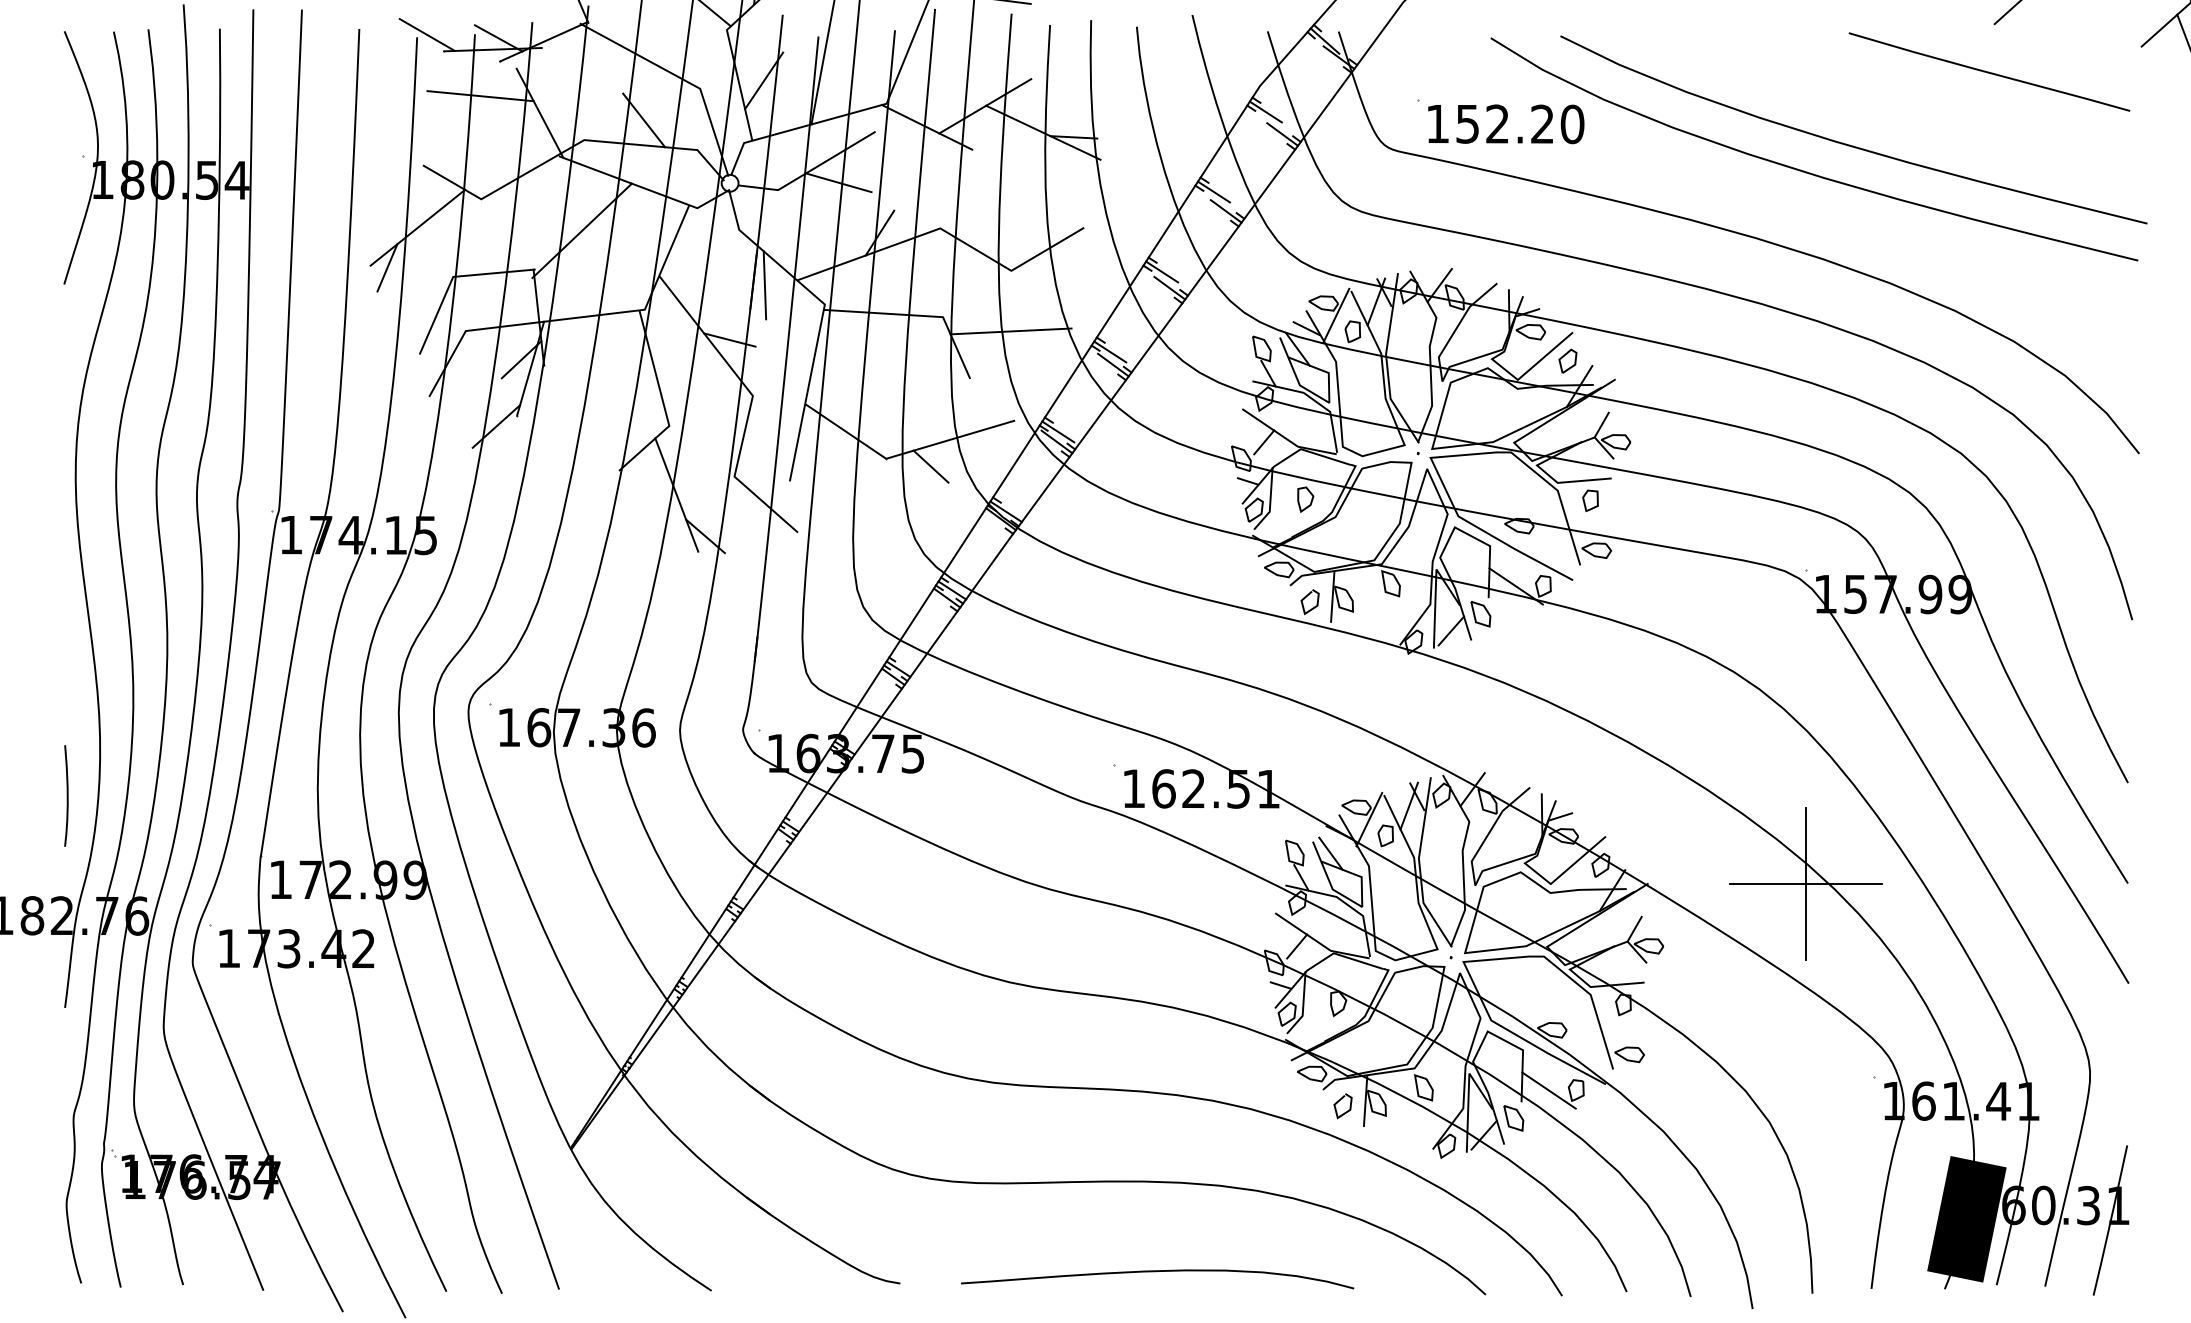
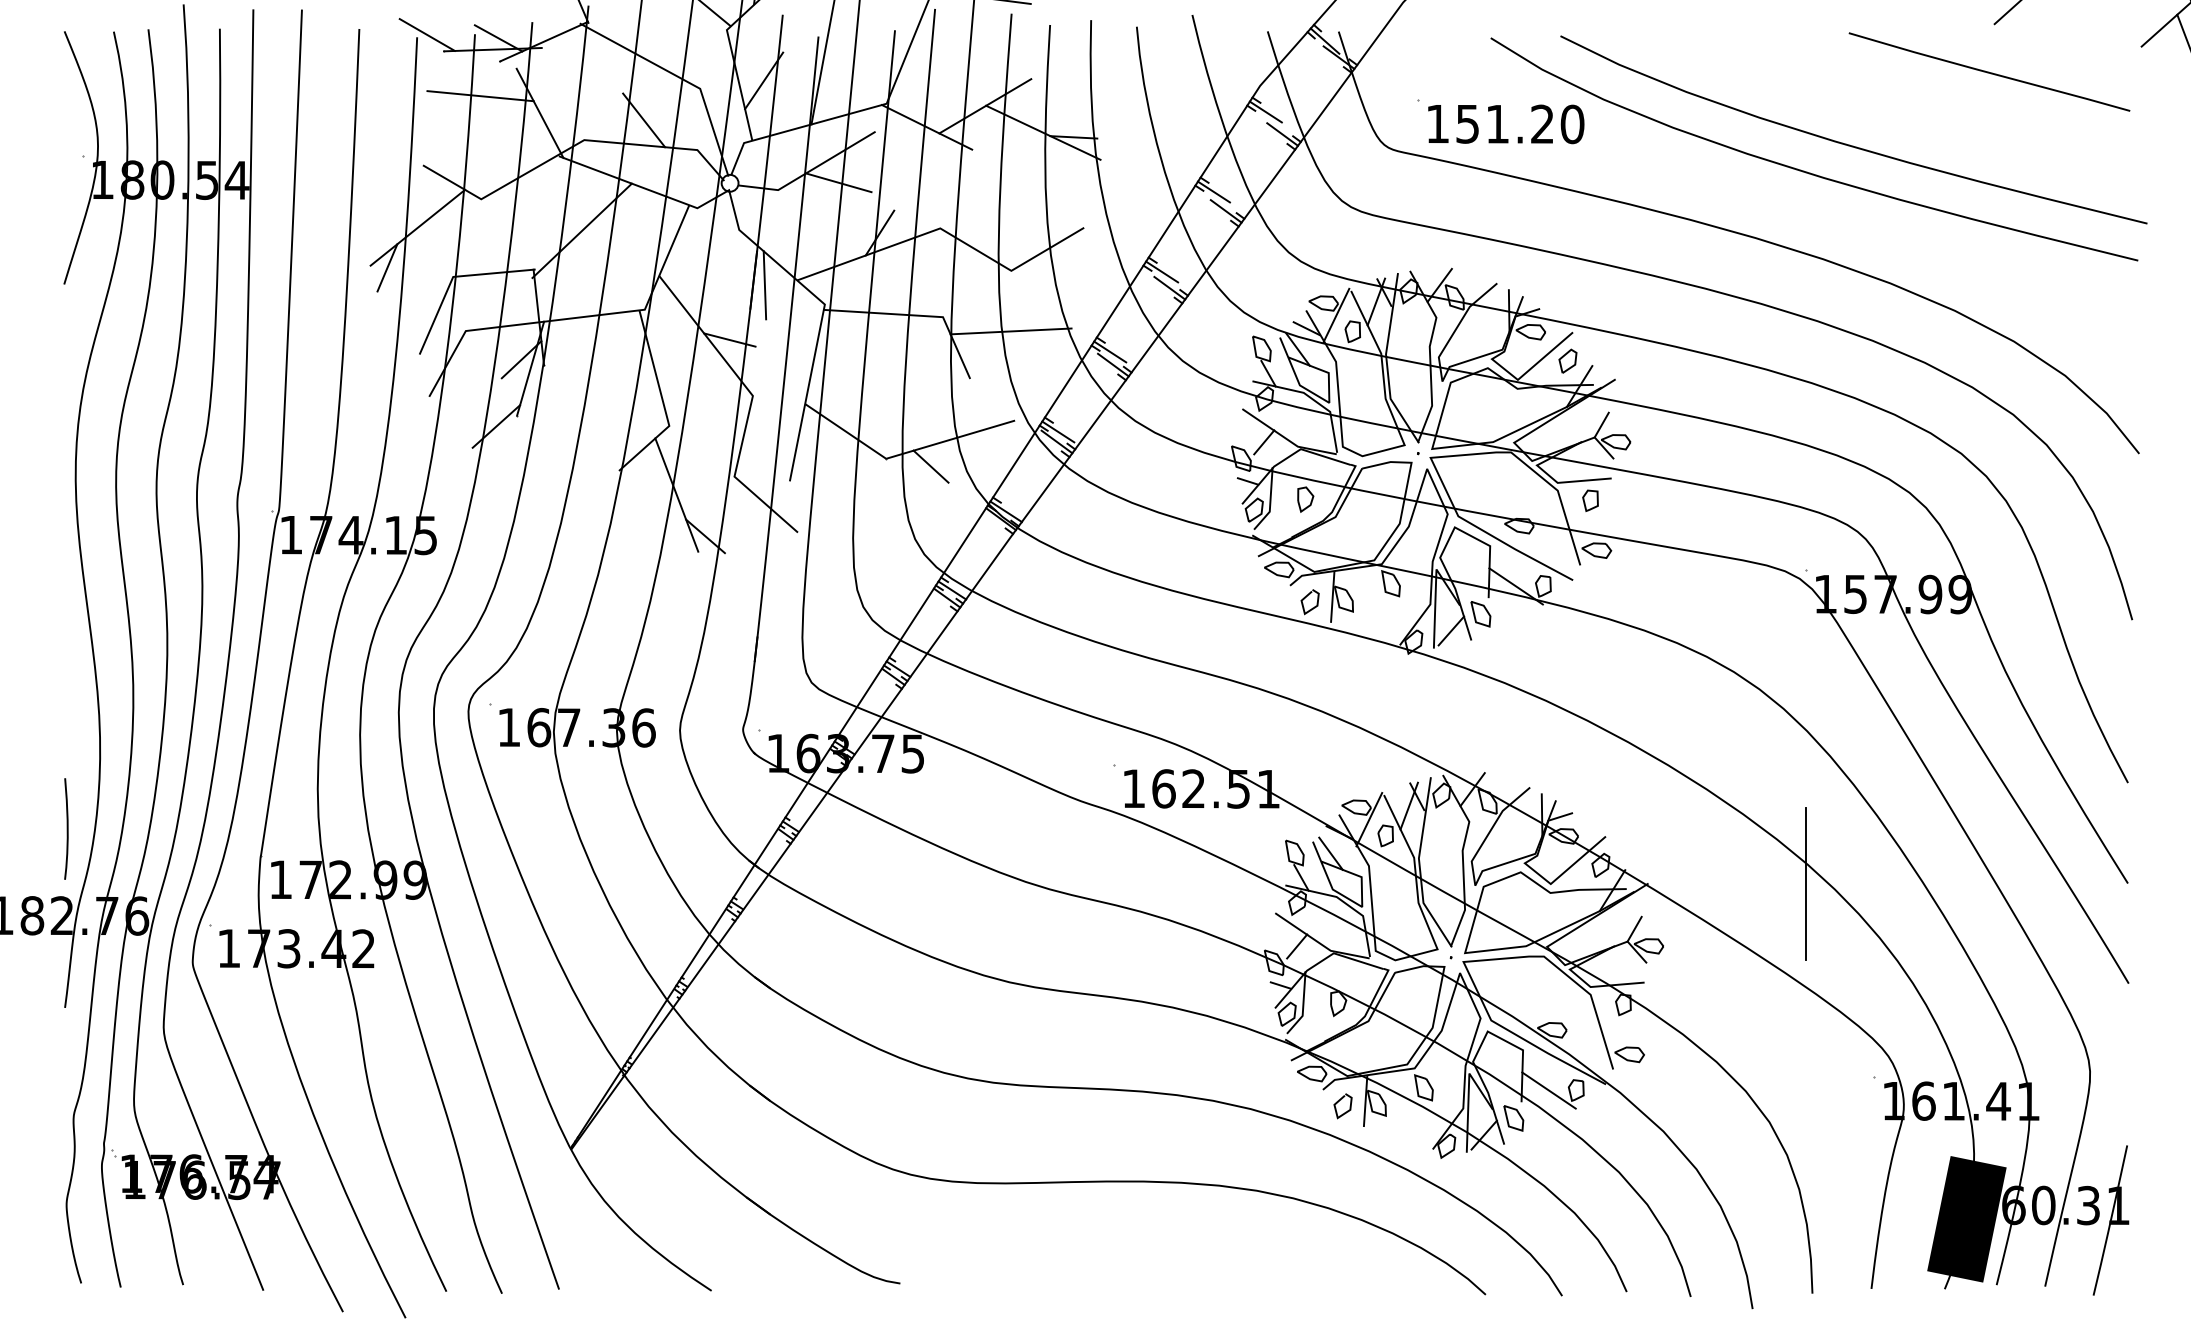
text at (1497, 123): 152.20 -> 151.20
curve at (66, 795) position: (66, 795) -> (66, 828)
line at (1805, 883): present -> none
curve at (1157, 1272): present -> none
